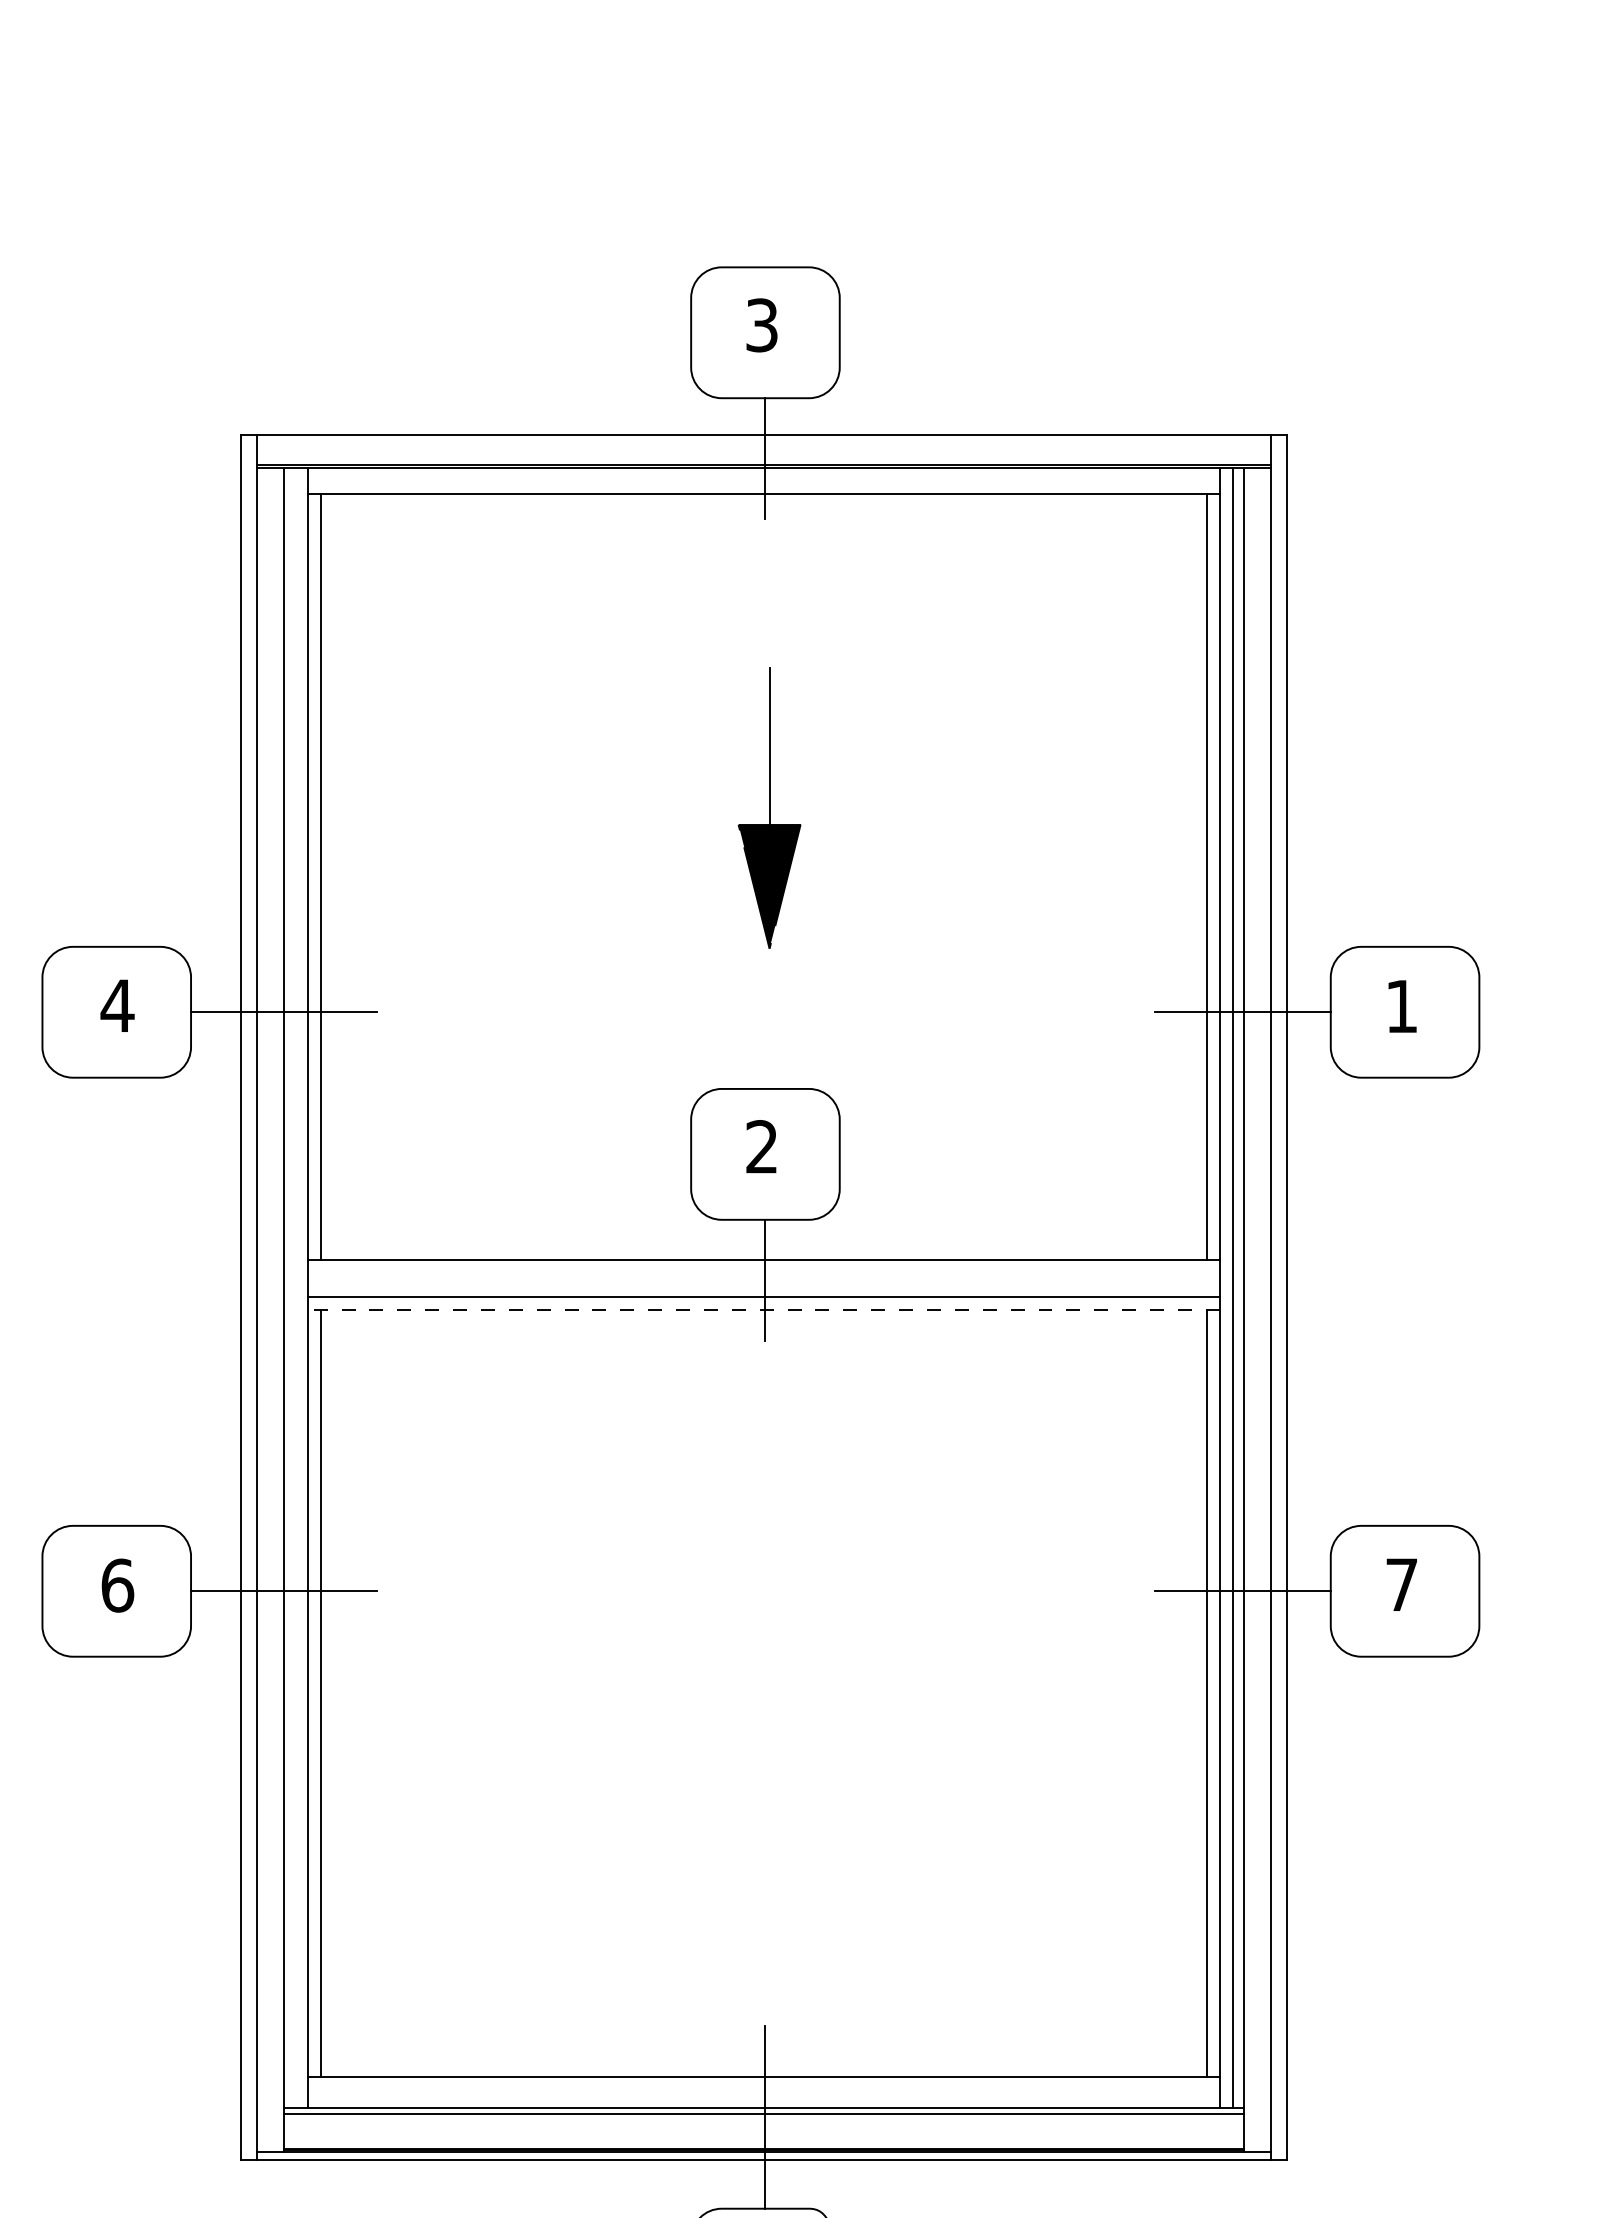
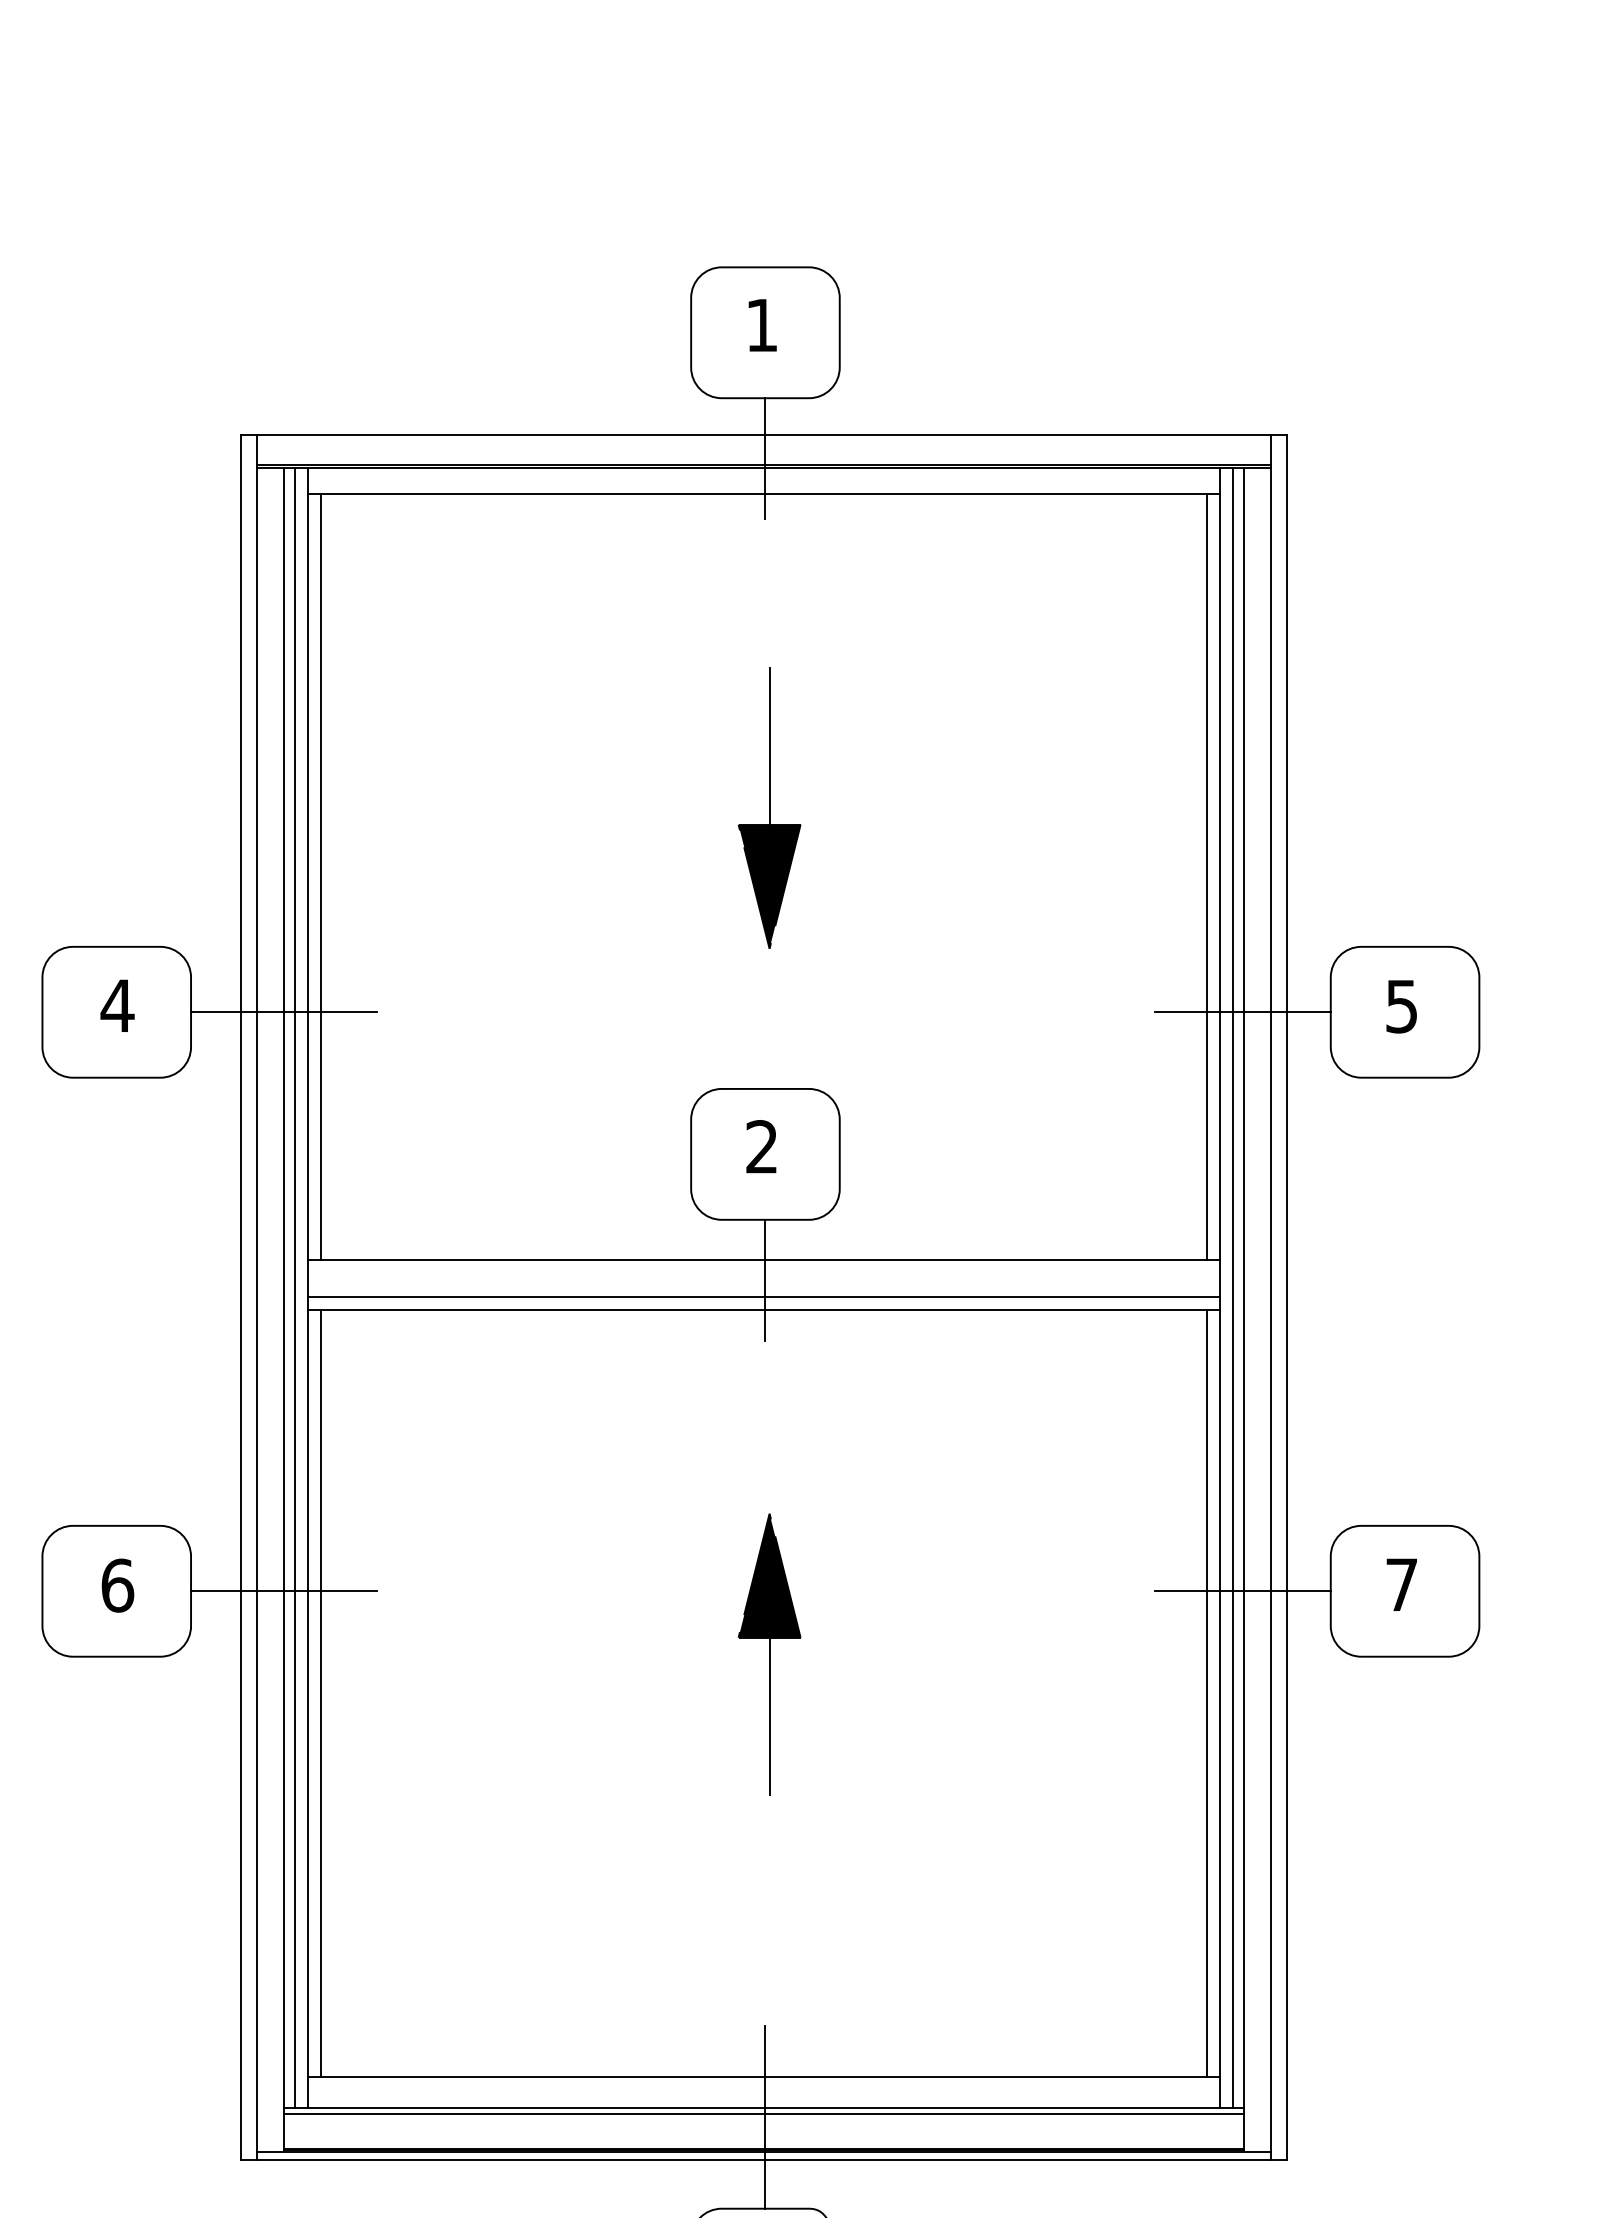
text at (761, 325): 3 -> 1
text at (1401, 1006): 1 -> 5
line at (294, 1287): none -> present
line at (763, 1310): dashed -> solid
part at (769, 1654): none -> present
